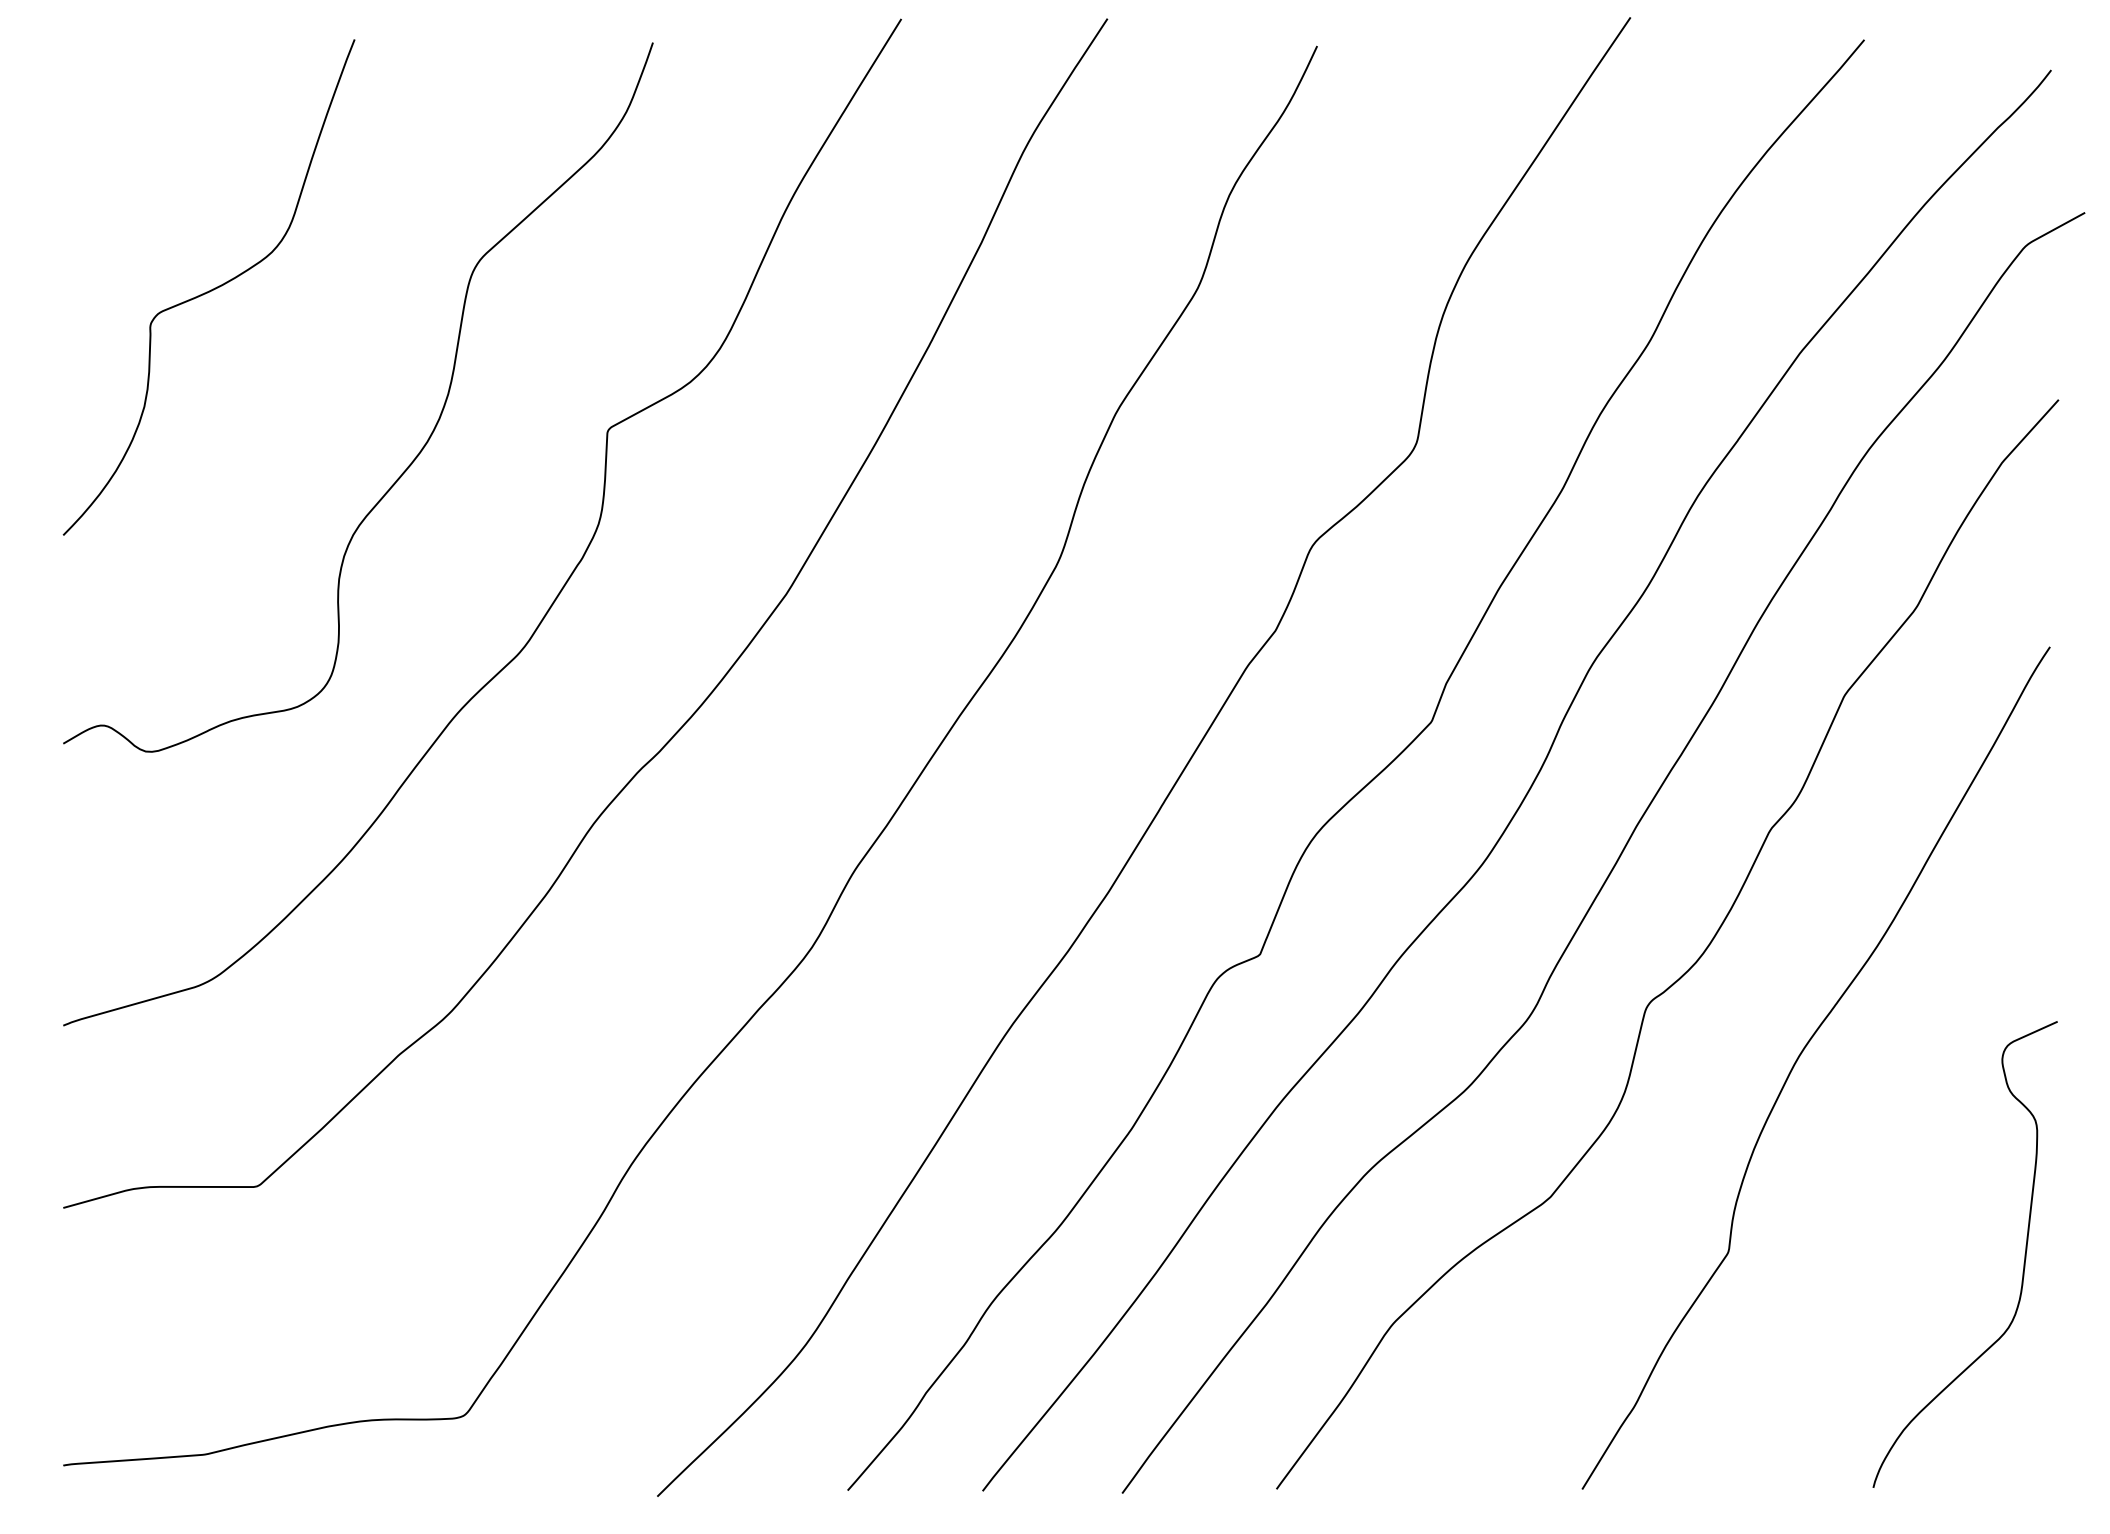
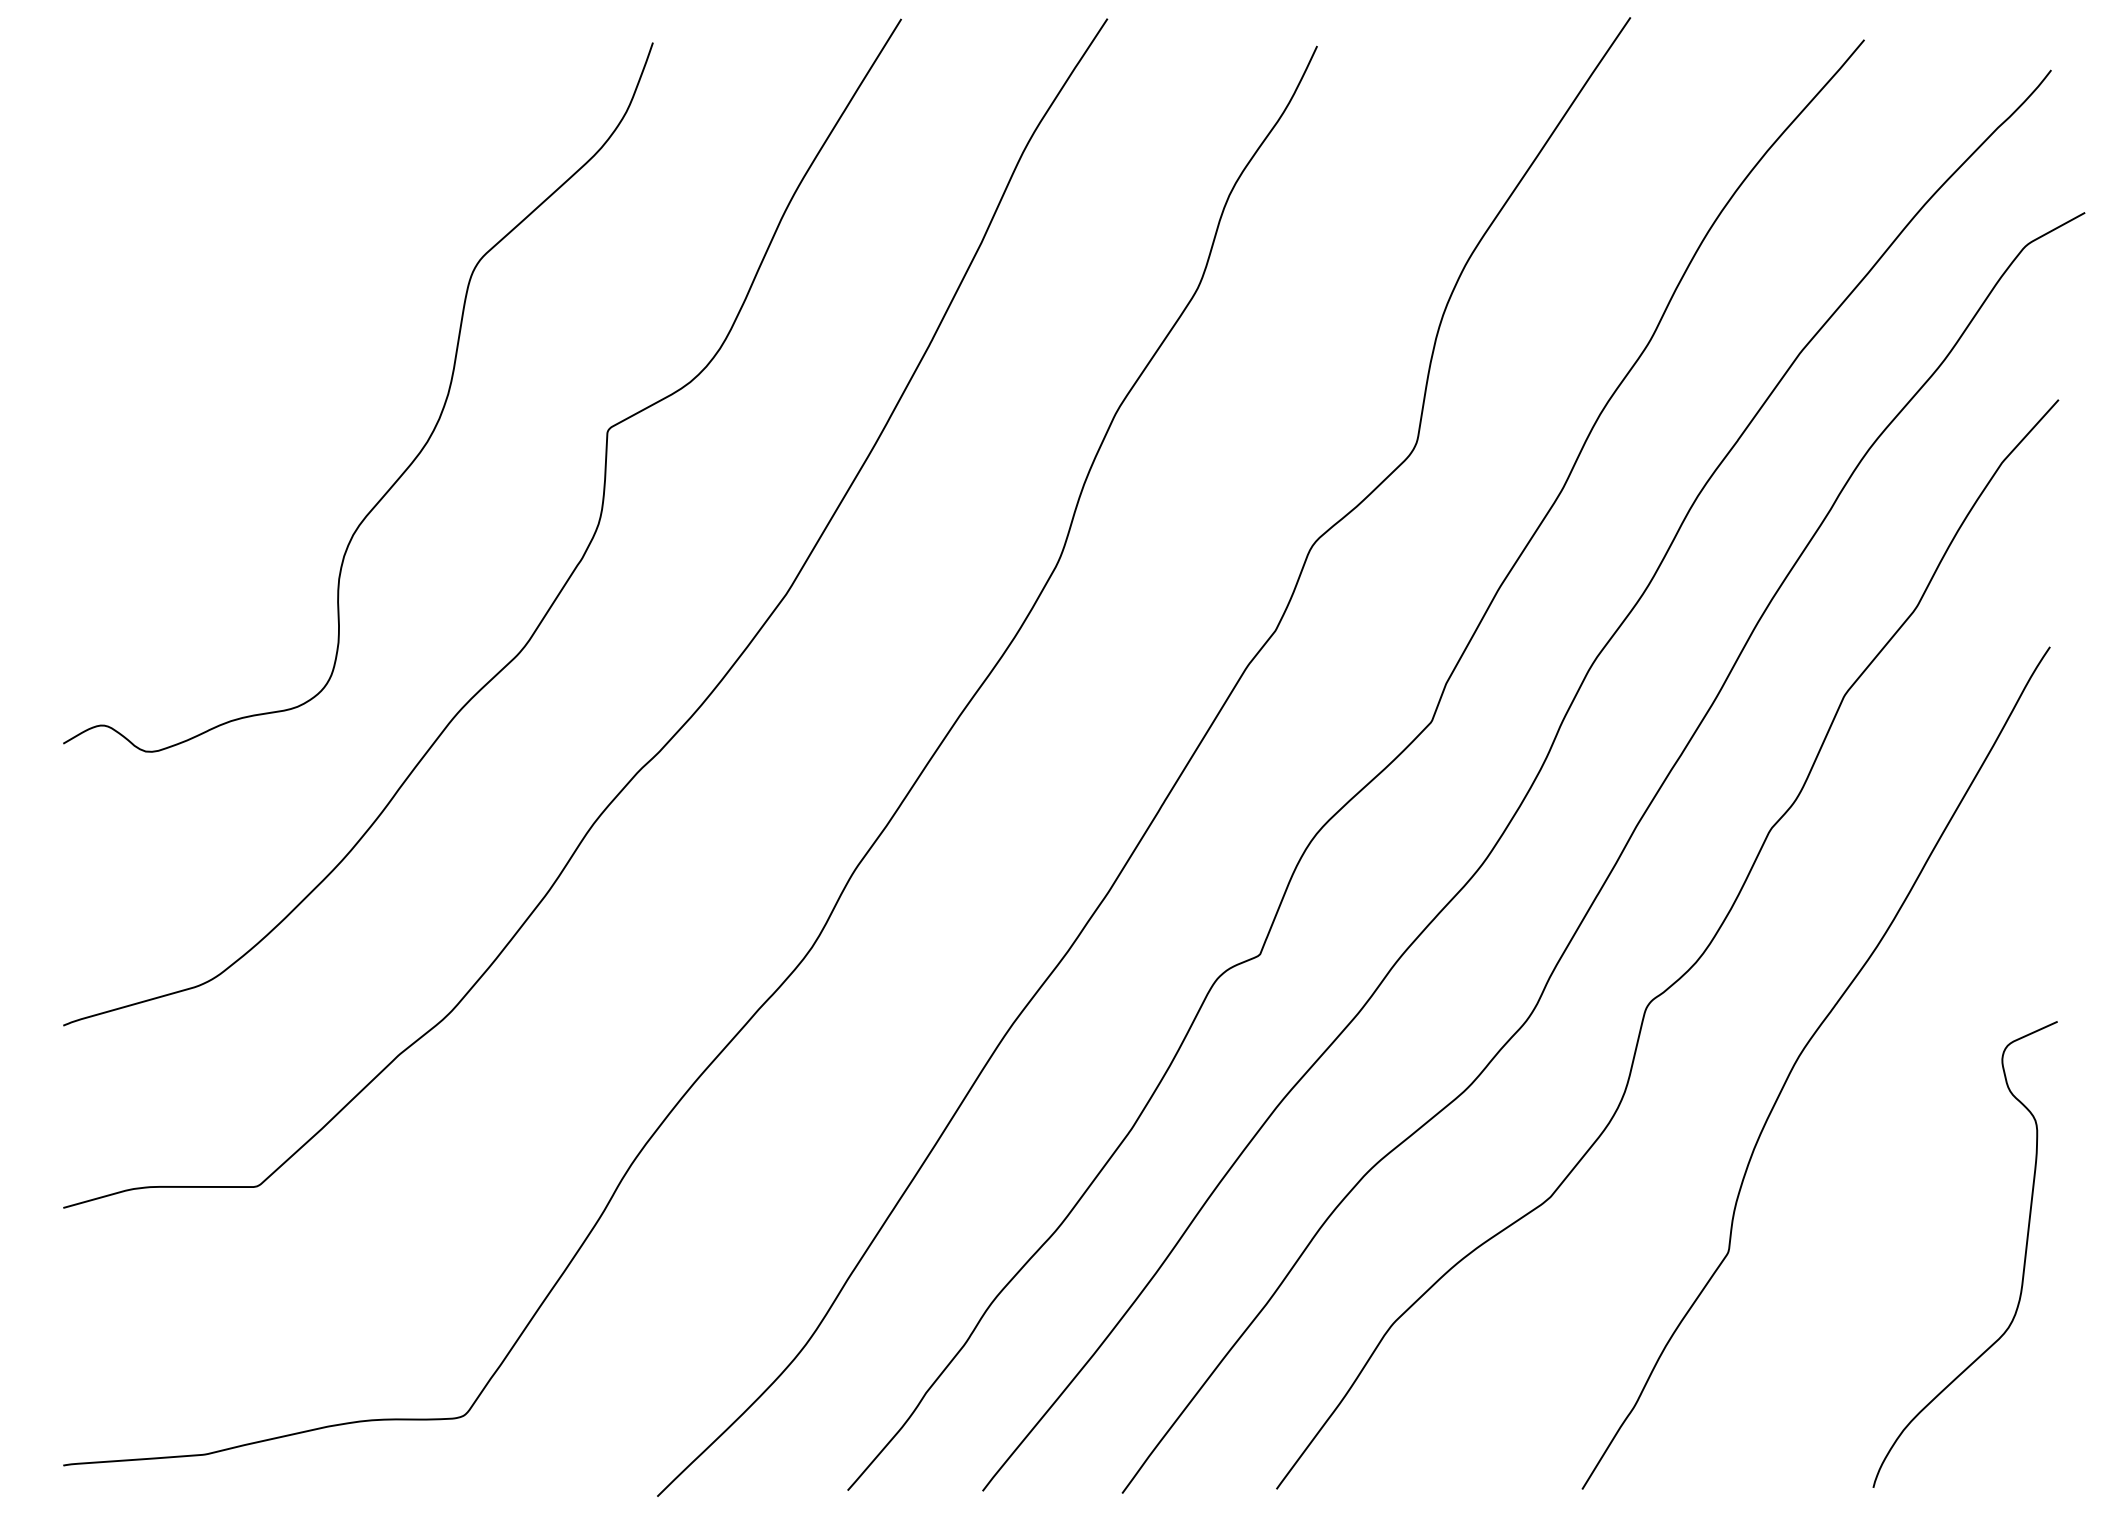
curve at (209, 290): present -> none
